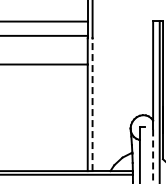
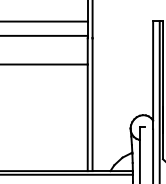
line at (92, 104): dashed -> solid
line at (153, 156): dashed -> solid
